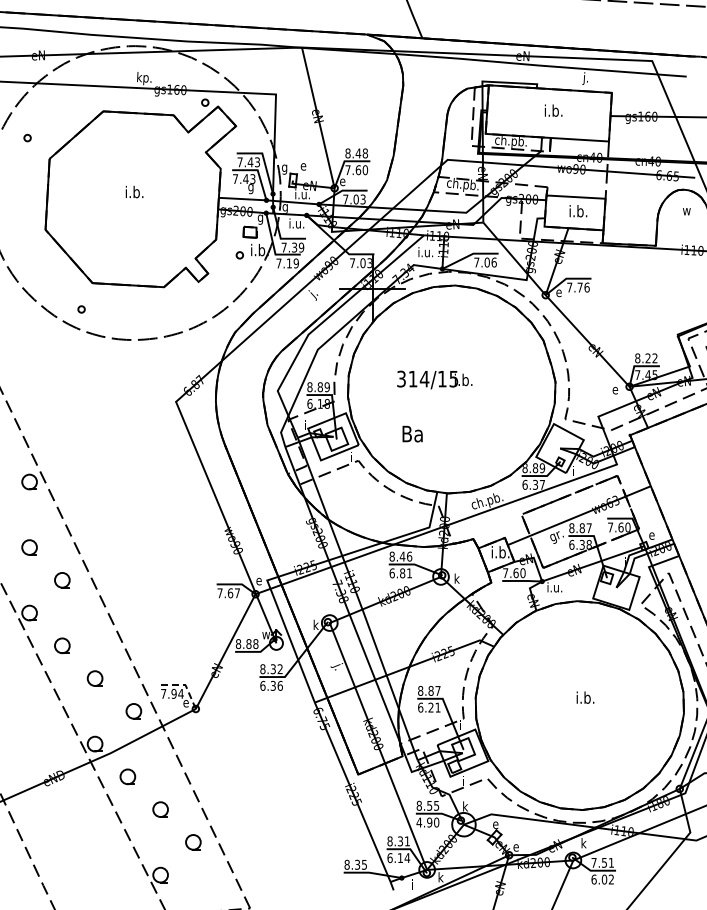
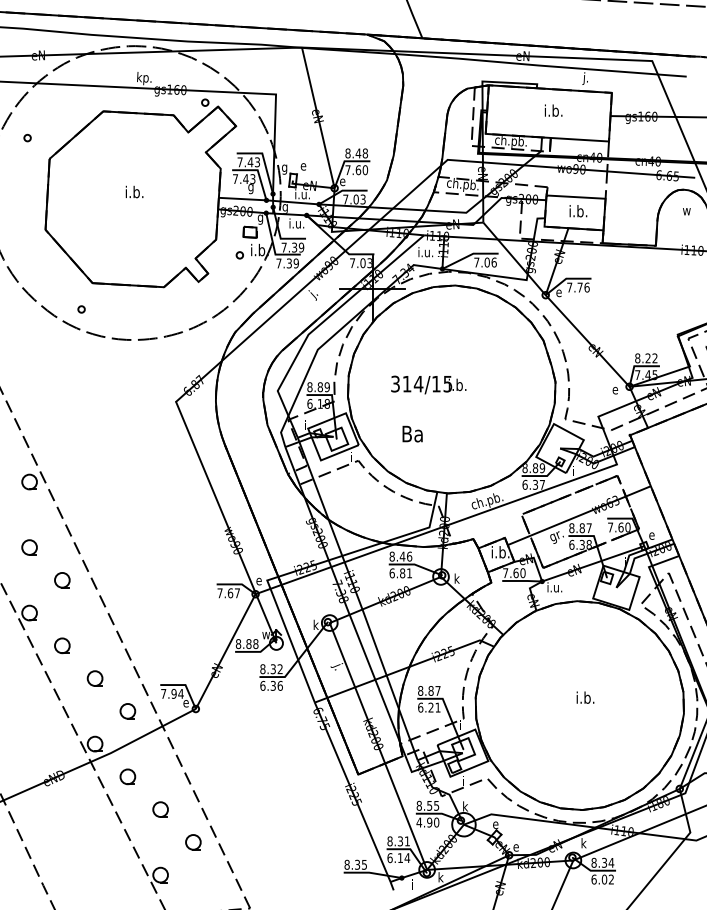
text at (288, 263): 7.19 -> 7.39
text at (434, 379) position: (434, 379) -> (428, 384)
line at (185, 685): dashed -> solid
part at (133, 711) position: (133, 711) -> (127, 711)
text at (602, 862): 7.51 -> 8.34
